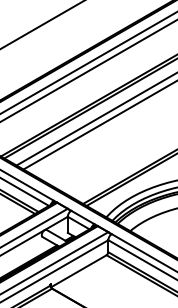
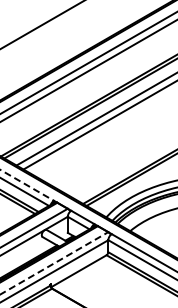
line at (27, 185): solid -> dashed
line at (54, 263): solid -> dashed
